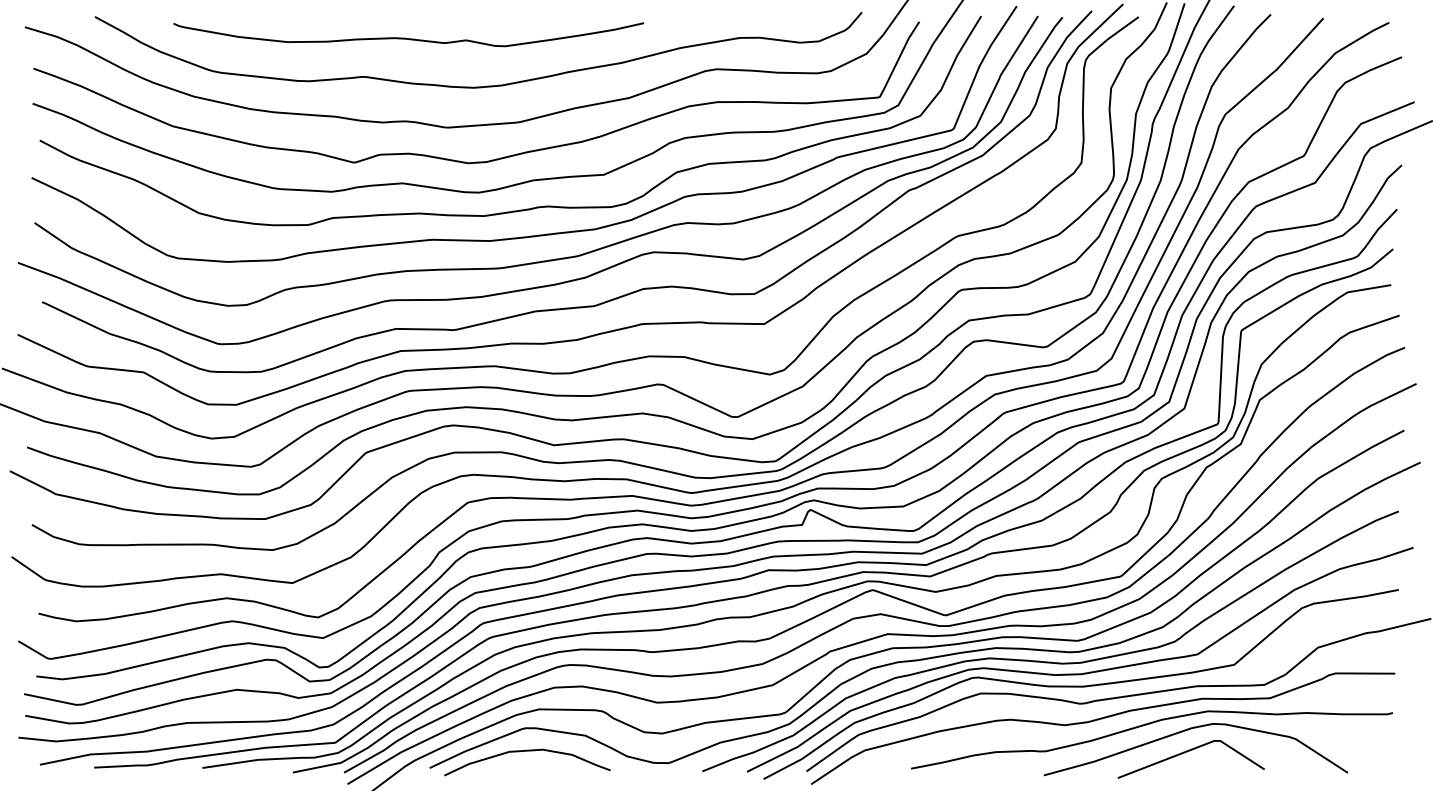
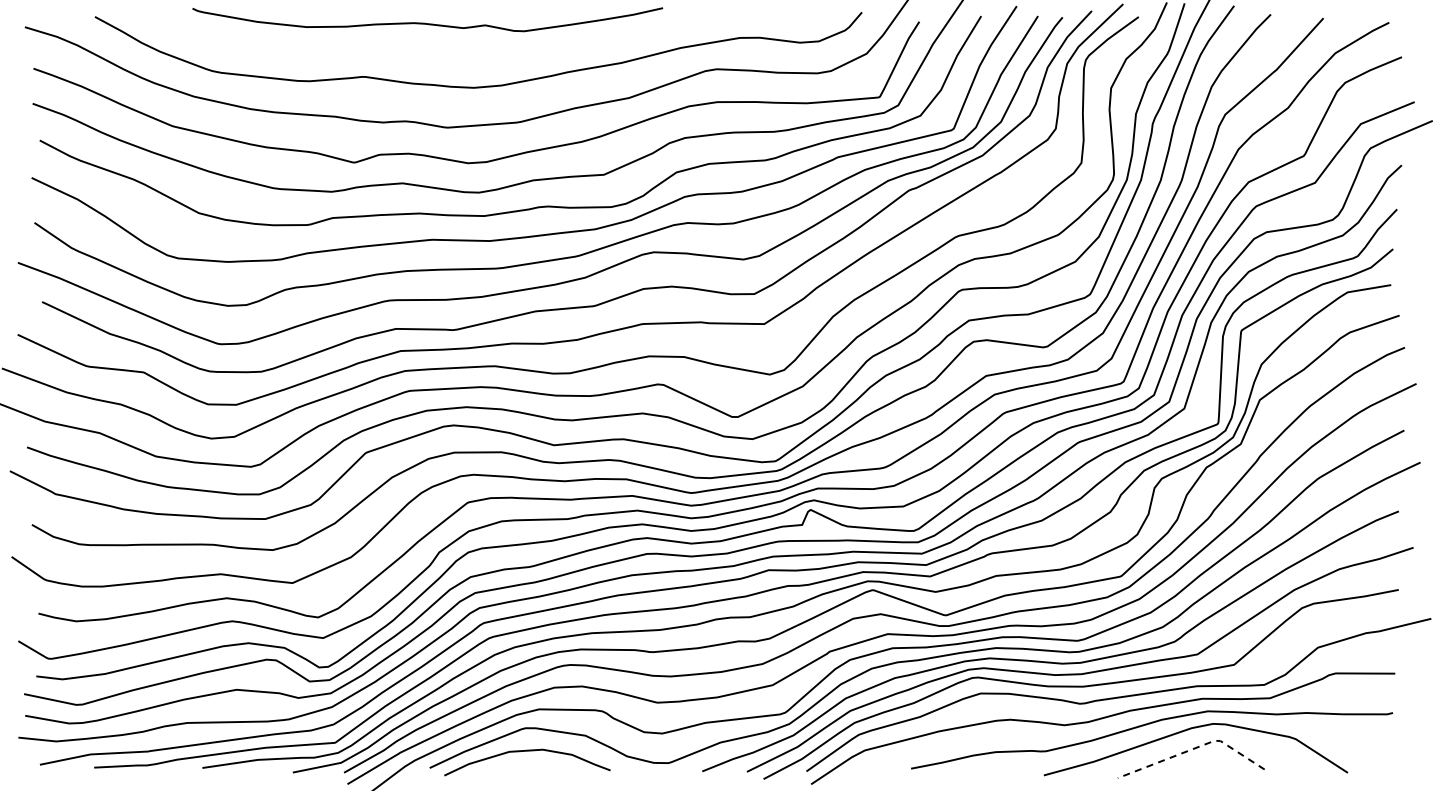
curve at (408, 38) position: (408, 38) -> (427, 23)
line at (1194, 748): solid -> dashed
